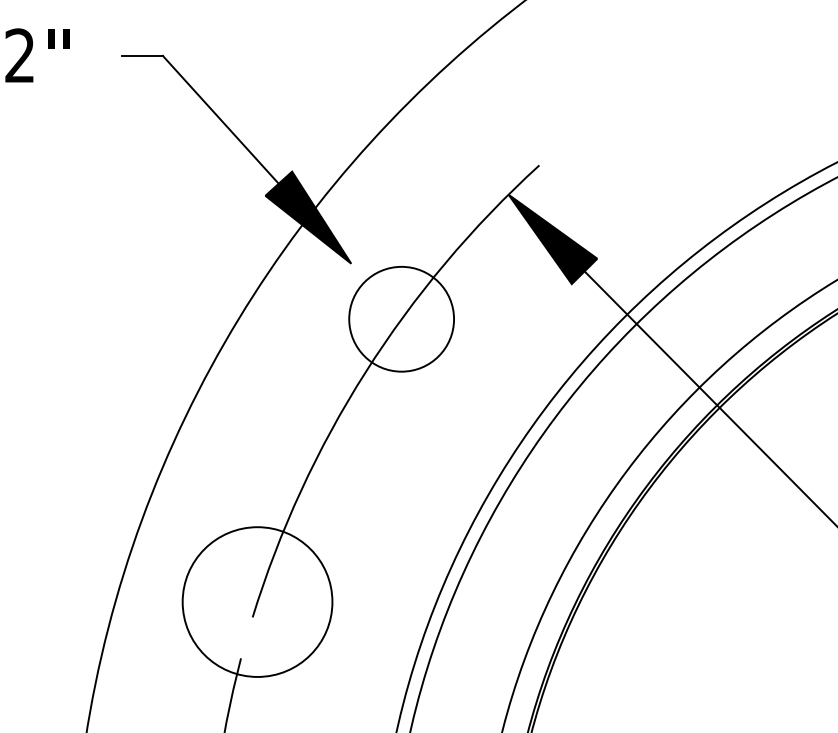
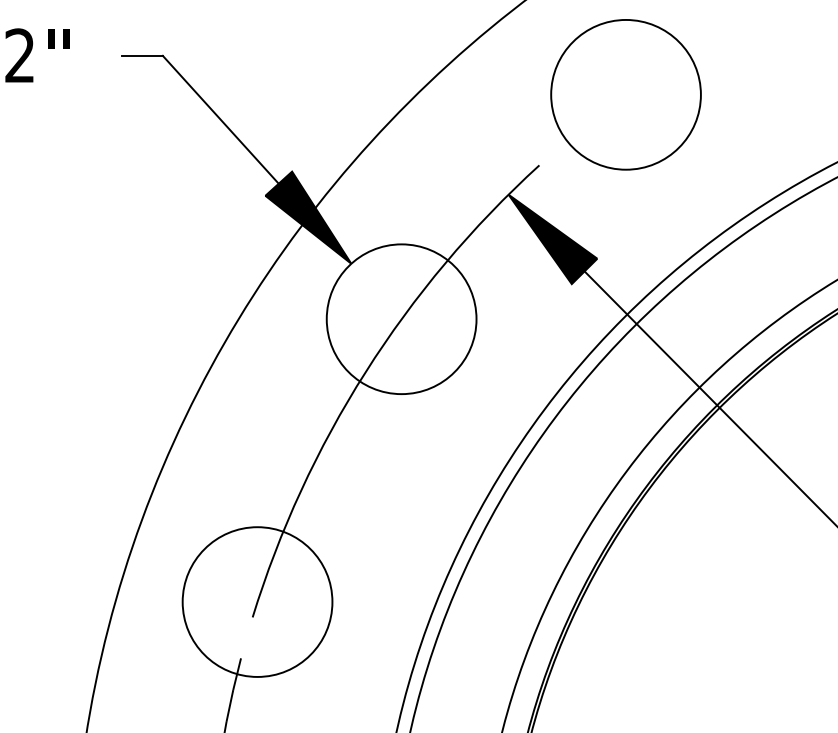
circle at (625, 94): none -> present
circle at (401, 318) diameter: 105 px -> 150 px
